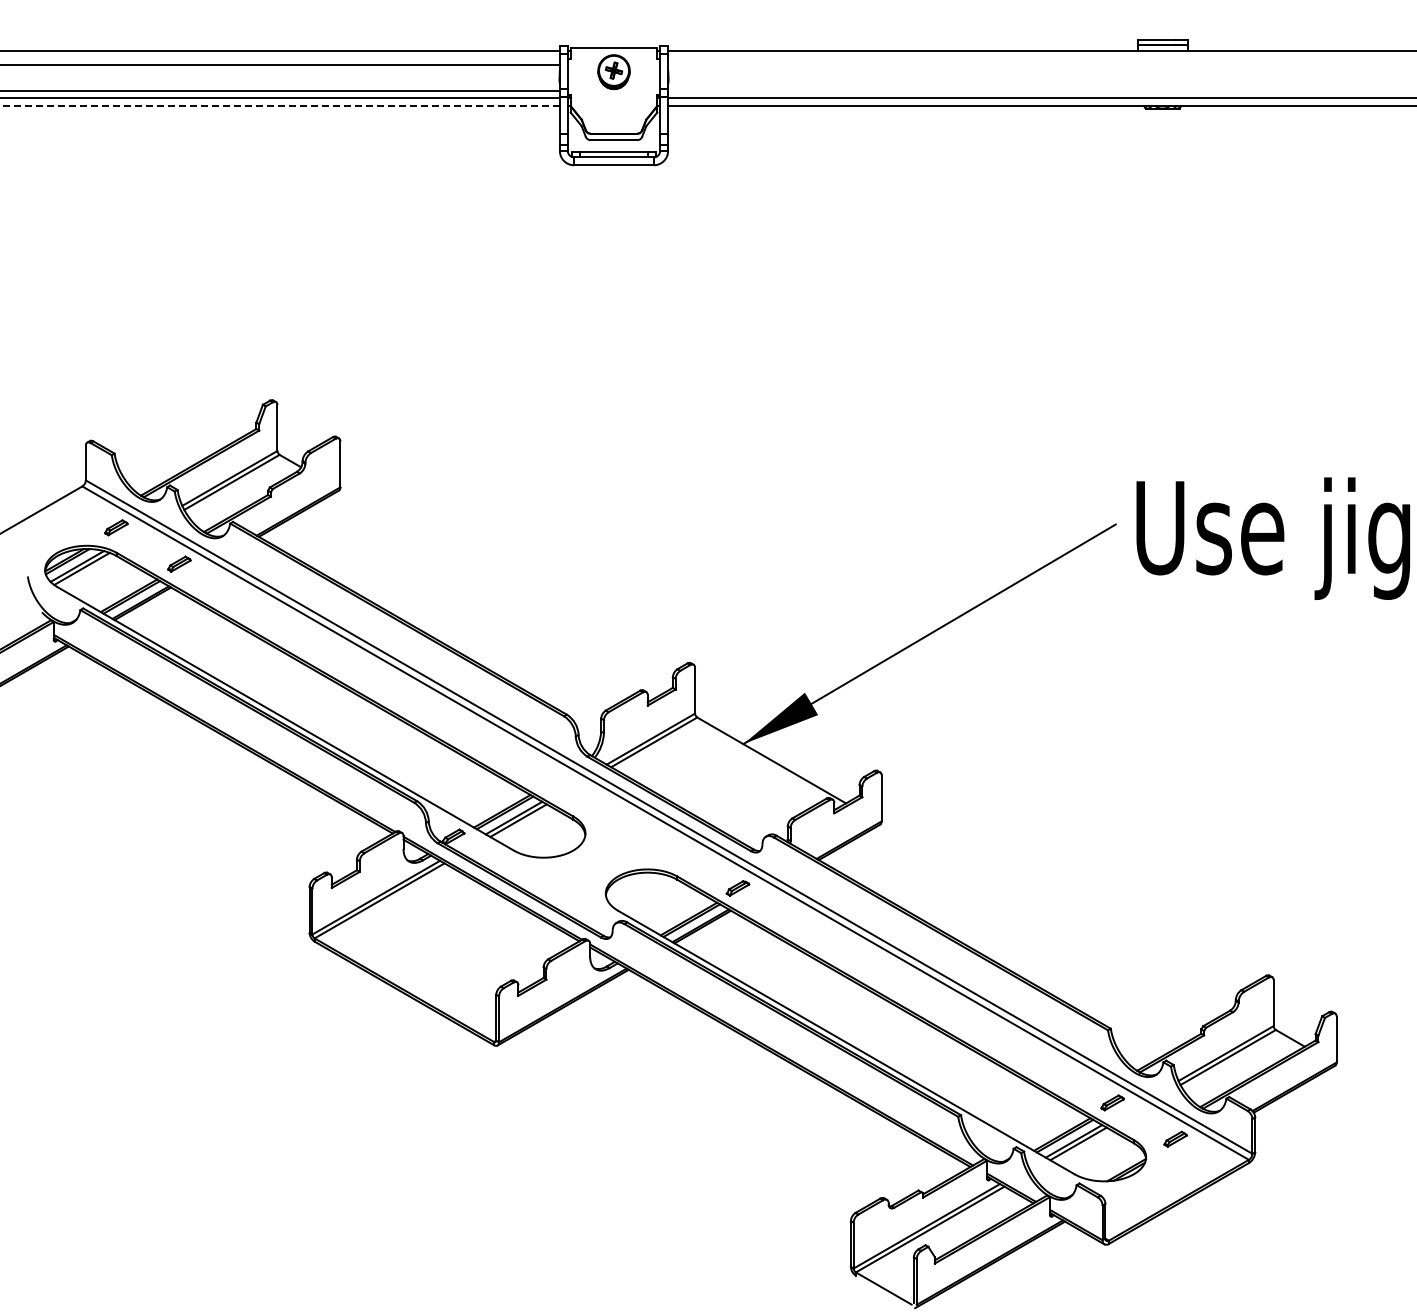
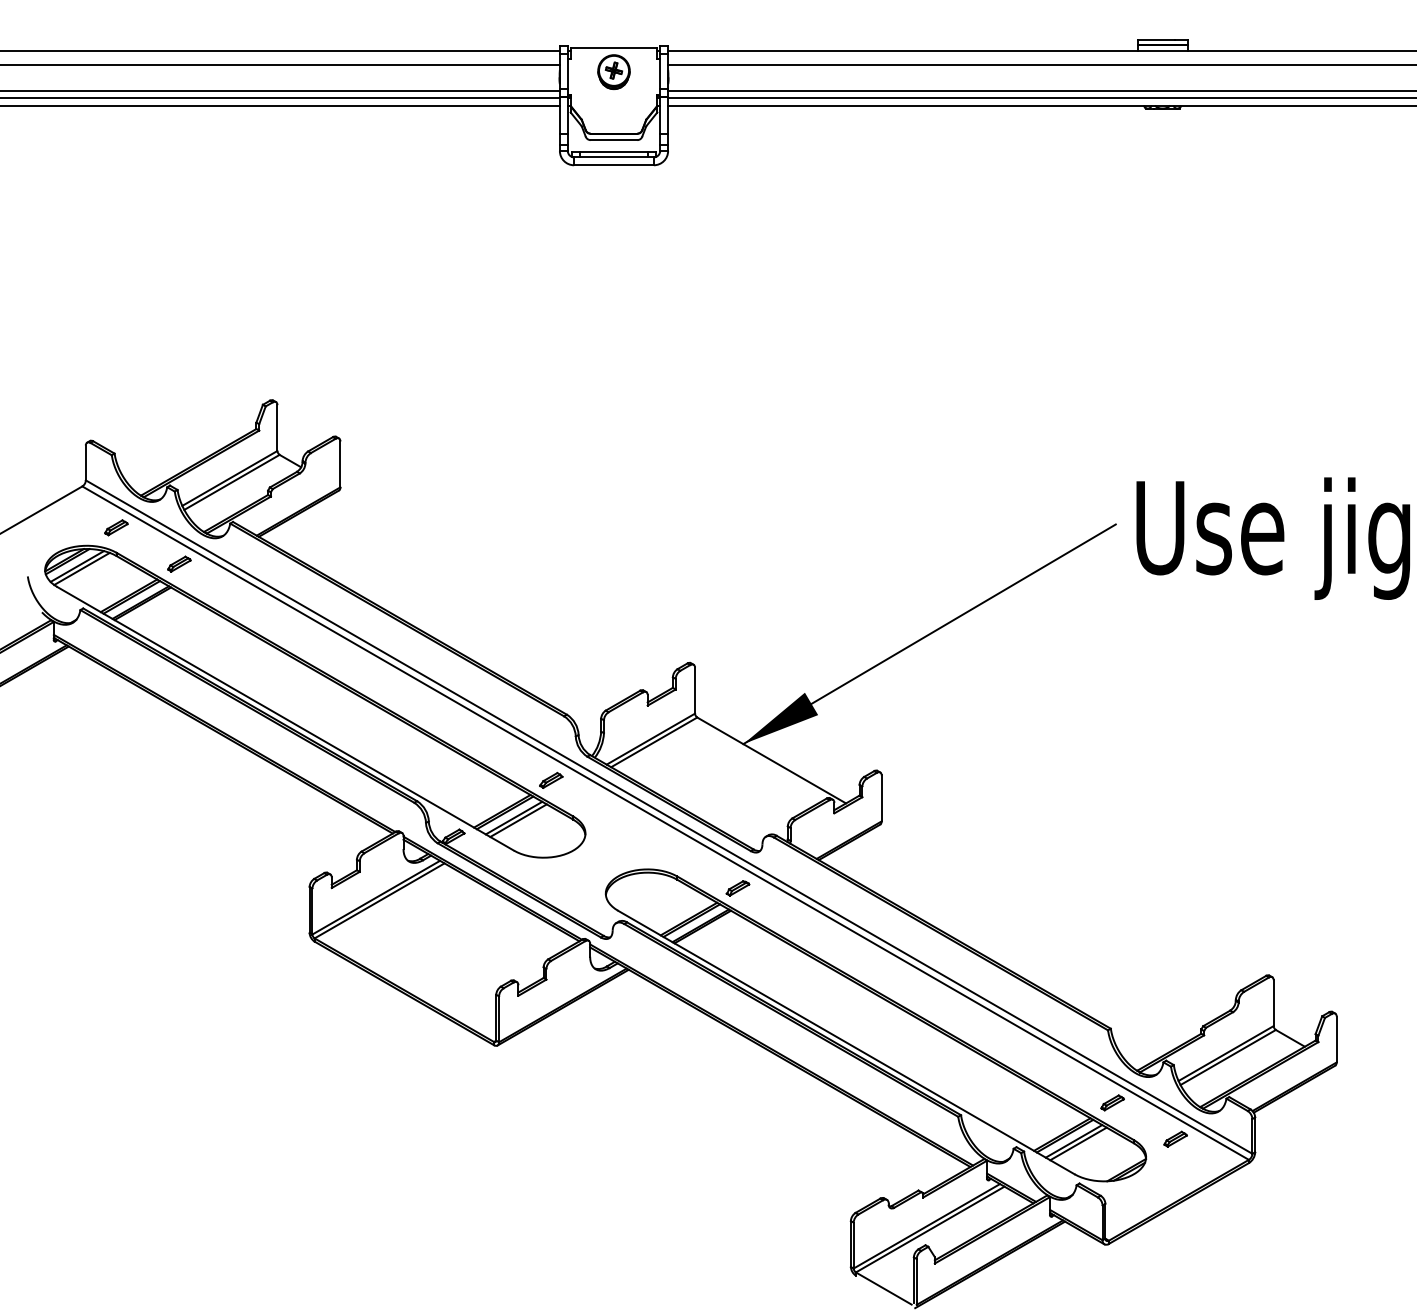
line at (1040, 64): none -> present
line at (1040, 91): none -> present
line at (280, 105): dashed -> solid
part at (551, 779): none -> present
